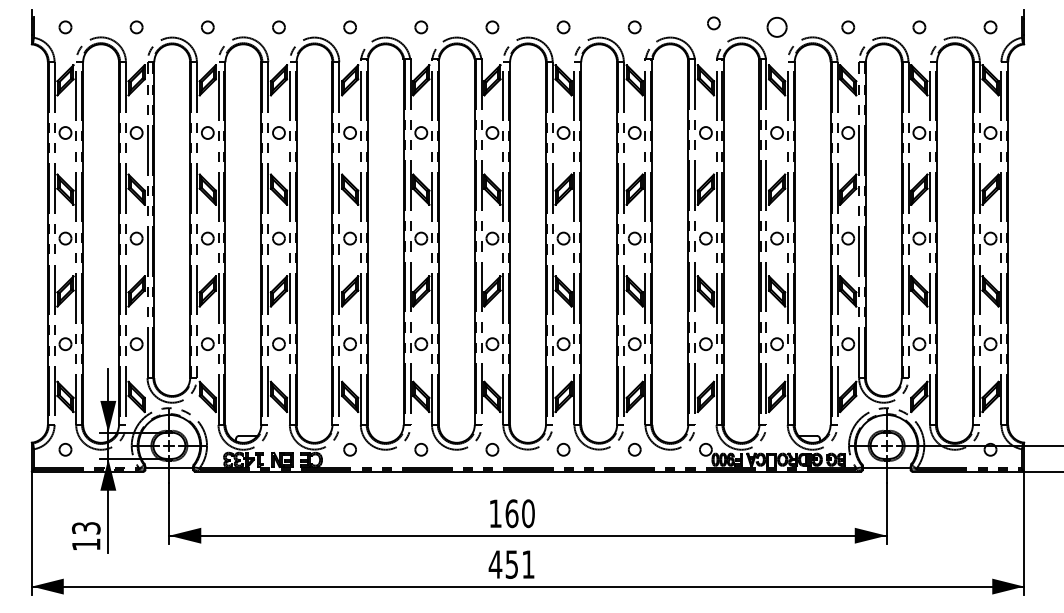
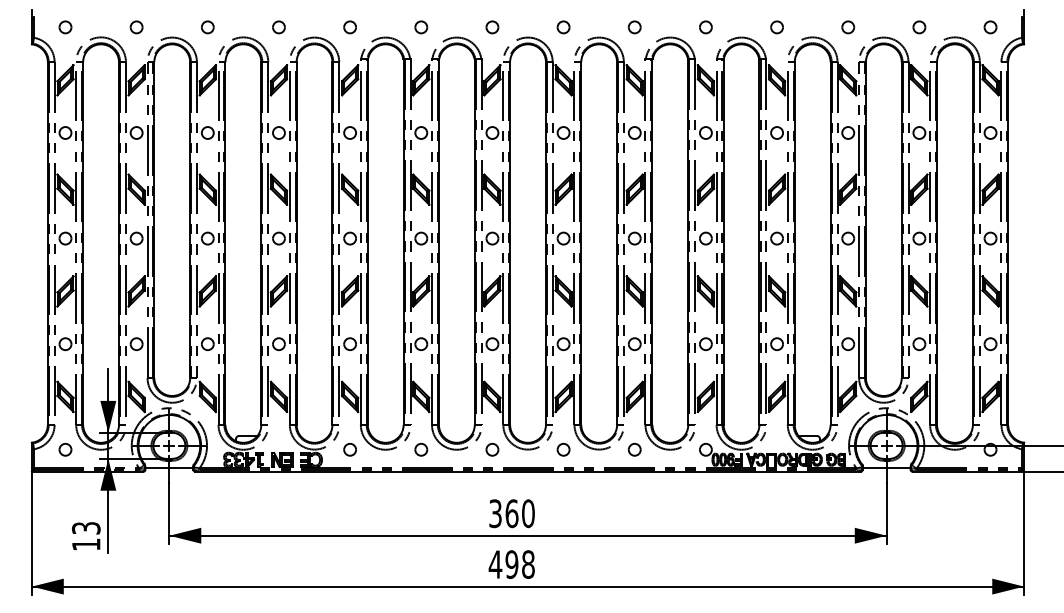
part at (713, 23) position: (713, 23) -> (705, 27)
part at (776, 27) size: 22x21 px -> 14x15 px
text at (495, 513): 160 -> 360
text at (519, 564): 451 -> 498
